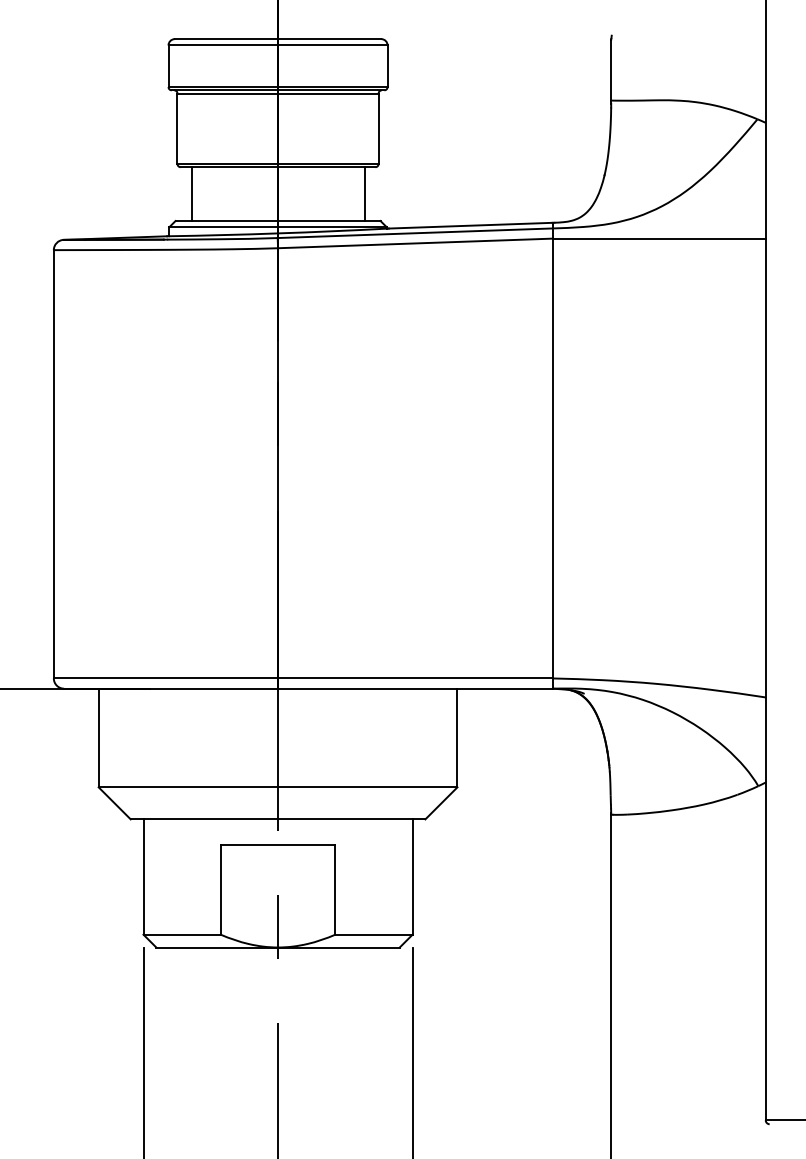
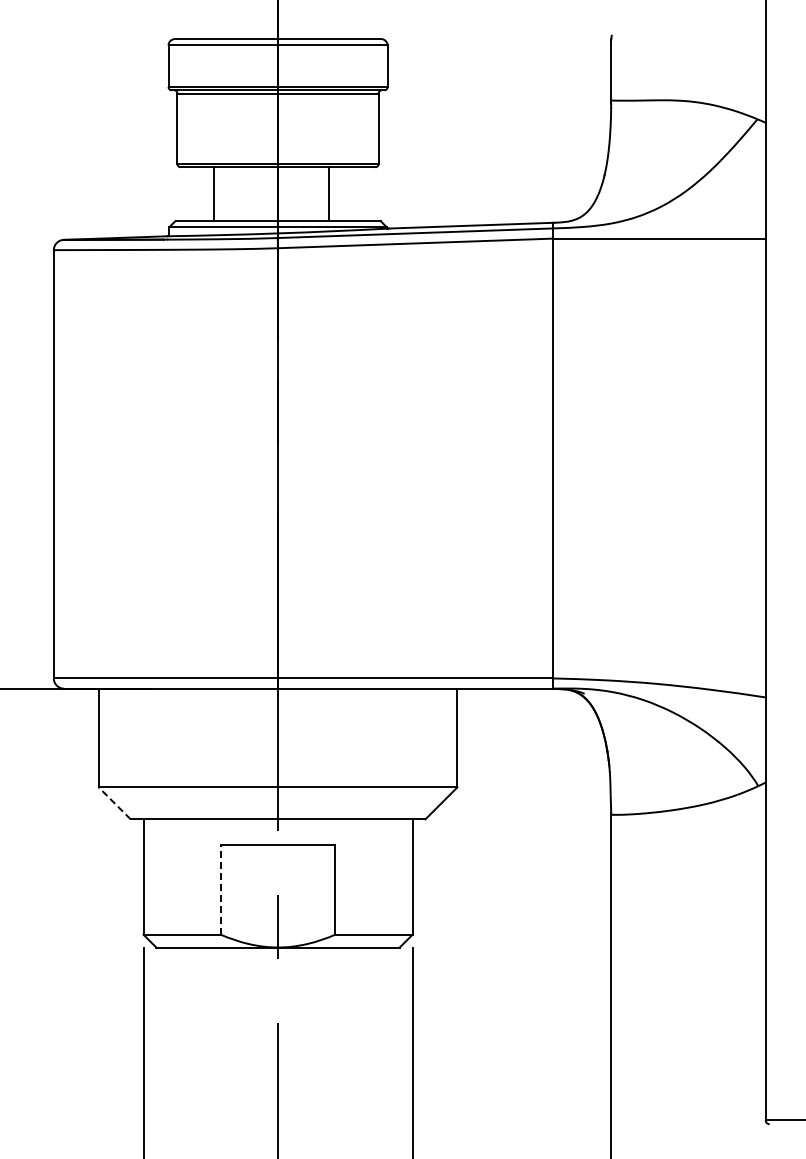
line at (191, 194) position: (191, 194) -> (213, 194)
line at (364, 194) position: (364, 194) -> (328, 194)
line at (114, 803): solid -> dashed
line at (220, 889): solid -> dashed
